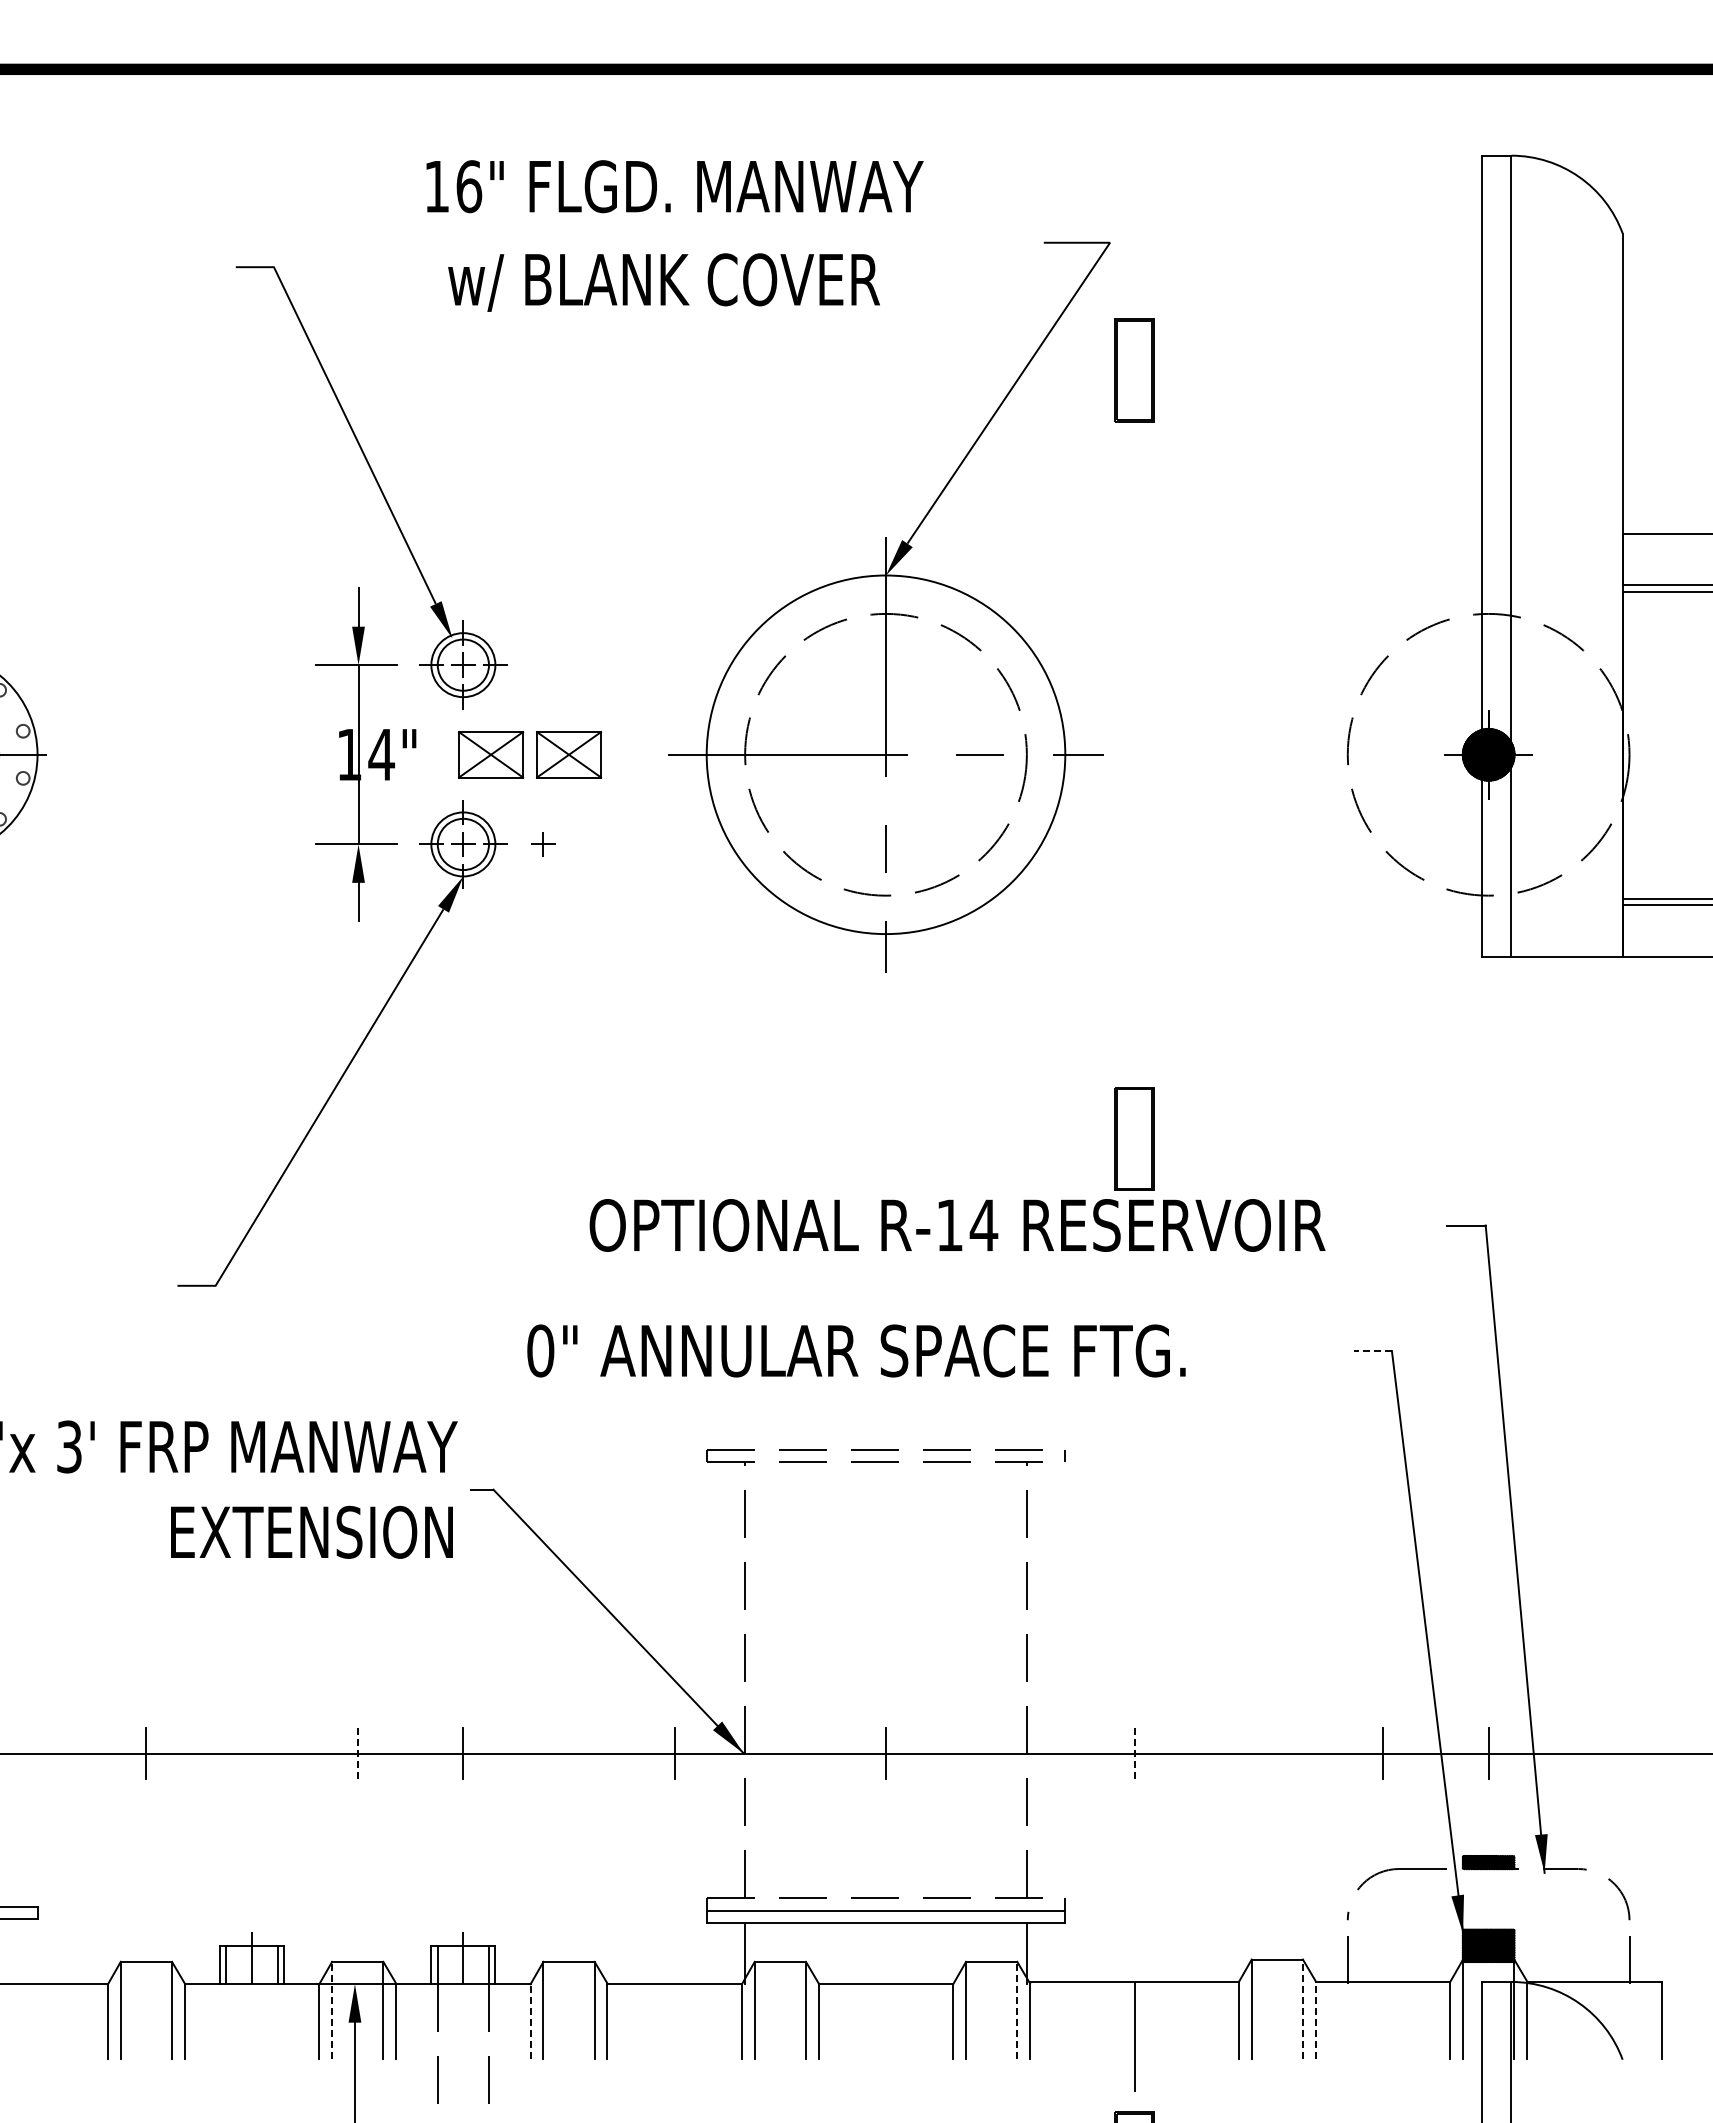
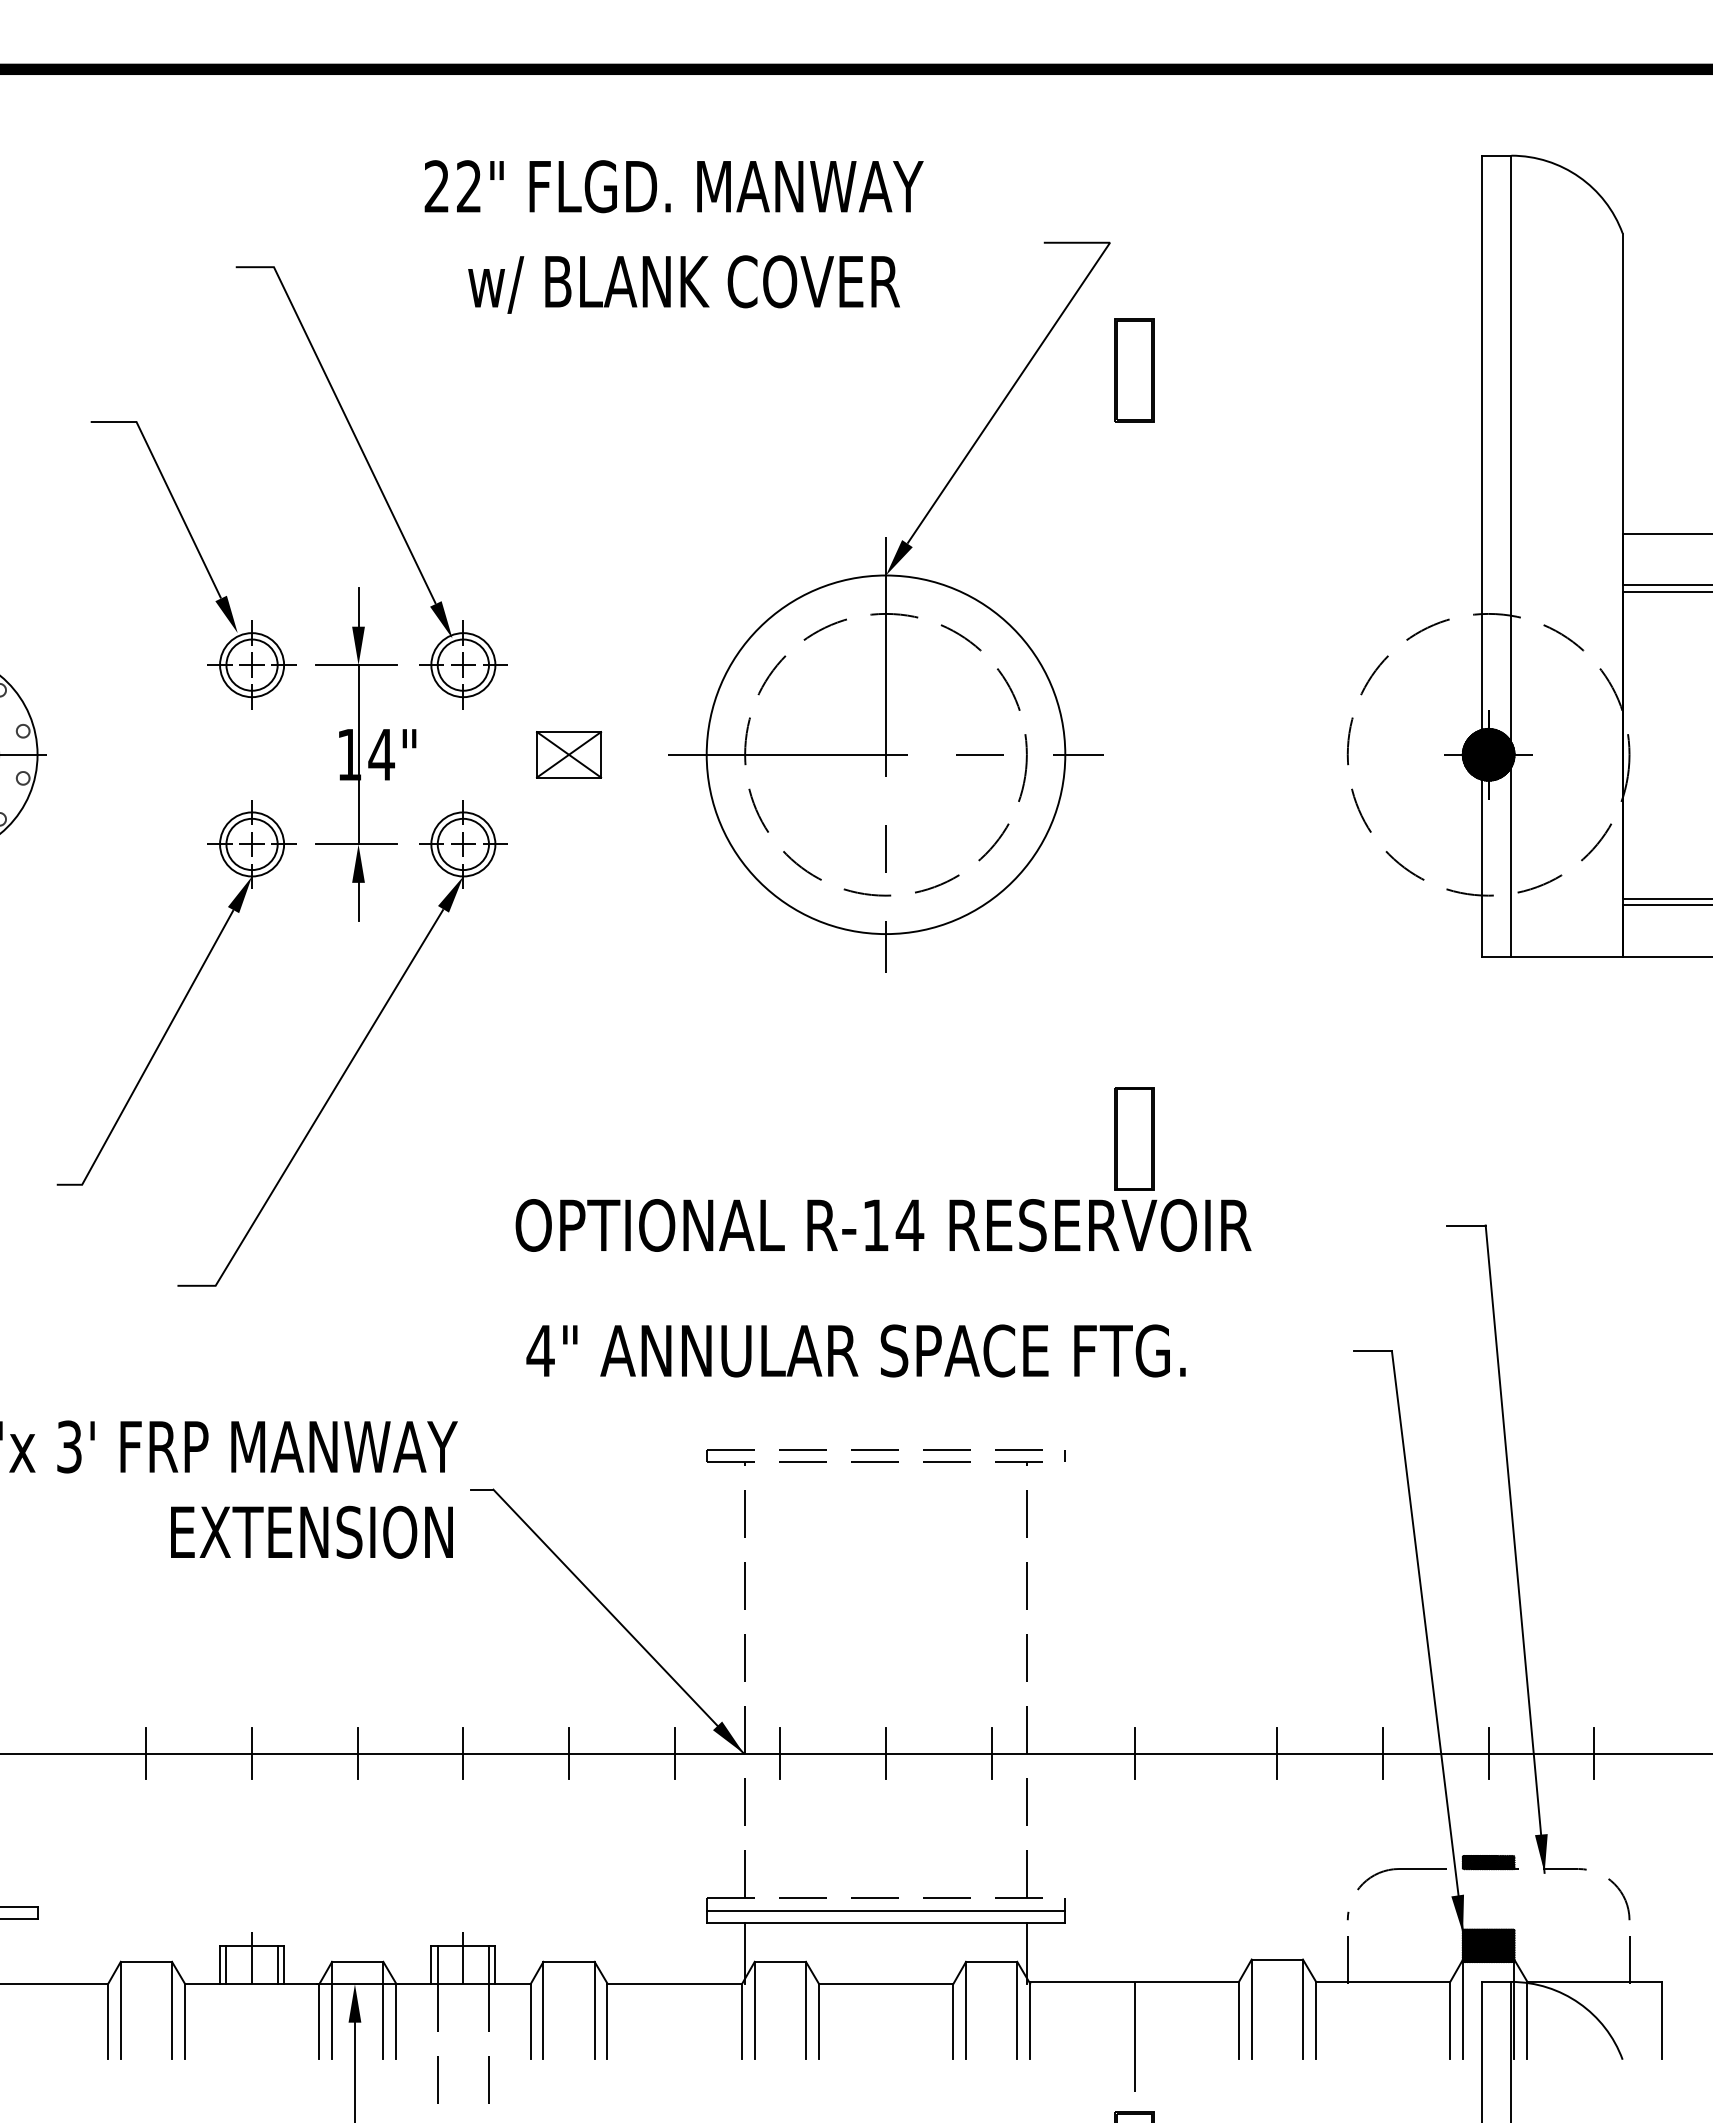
text at (453, 186): 16" -> 22"
text at (663, 282) position: (663, 282) -> (683, 284)
part at (201, 560): none -> present
part at (491, 754): present -> none
part at (543, 844): present -> none
part at (184, 996): none -> present
text at (957, 1225) position: (957, 1225) -> (883, 1225)
text at (540, 1350): 0" -> 4"
line at (1372, 1351): dashed -> solid
line at (252, 1753): none -> present
line at (357, 1753): dashed -> solid
line at (569, 1753): none -> present
line at (780, 1753): none -> present
line at (991, 1753): none -> present
line at (1134, 1753): dashed -> solid
line at (1277, 1753): none -> present
line at (1594, 1753): none -> present
line at (332, 2009): dashed -> solid
line at (1017, 2009): dashed -> solid
line at (1302, 2009): dashed -> solid
line at (1315, 2019): dashed -> solid
line at (530, 2021): dashed -> solid
